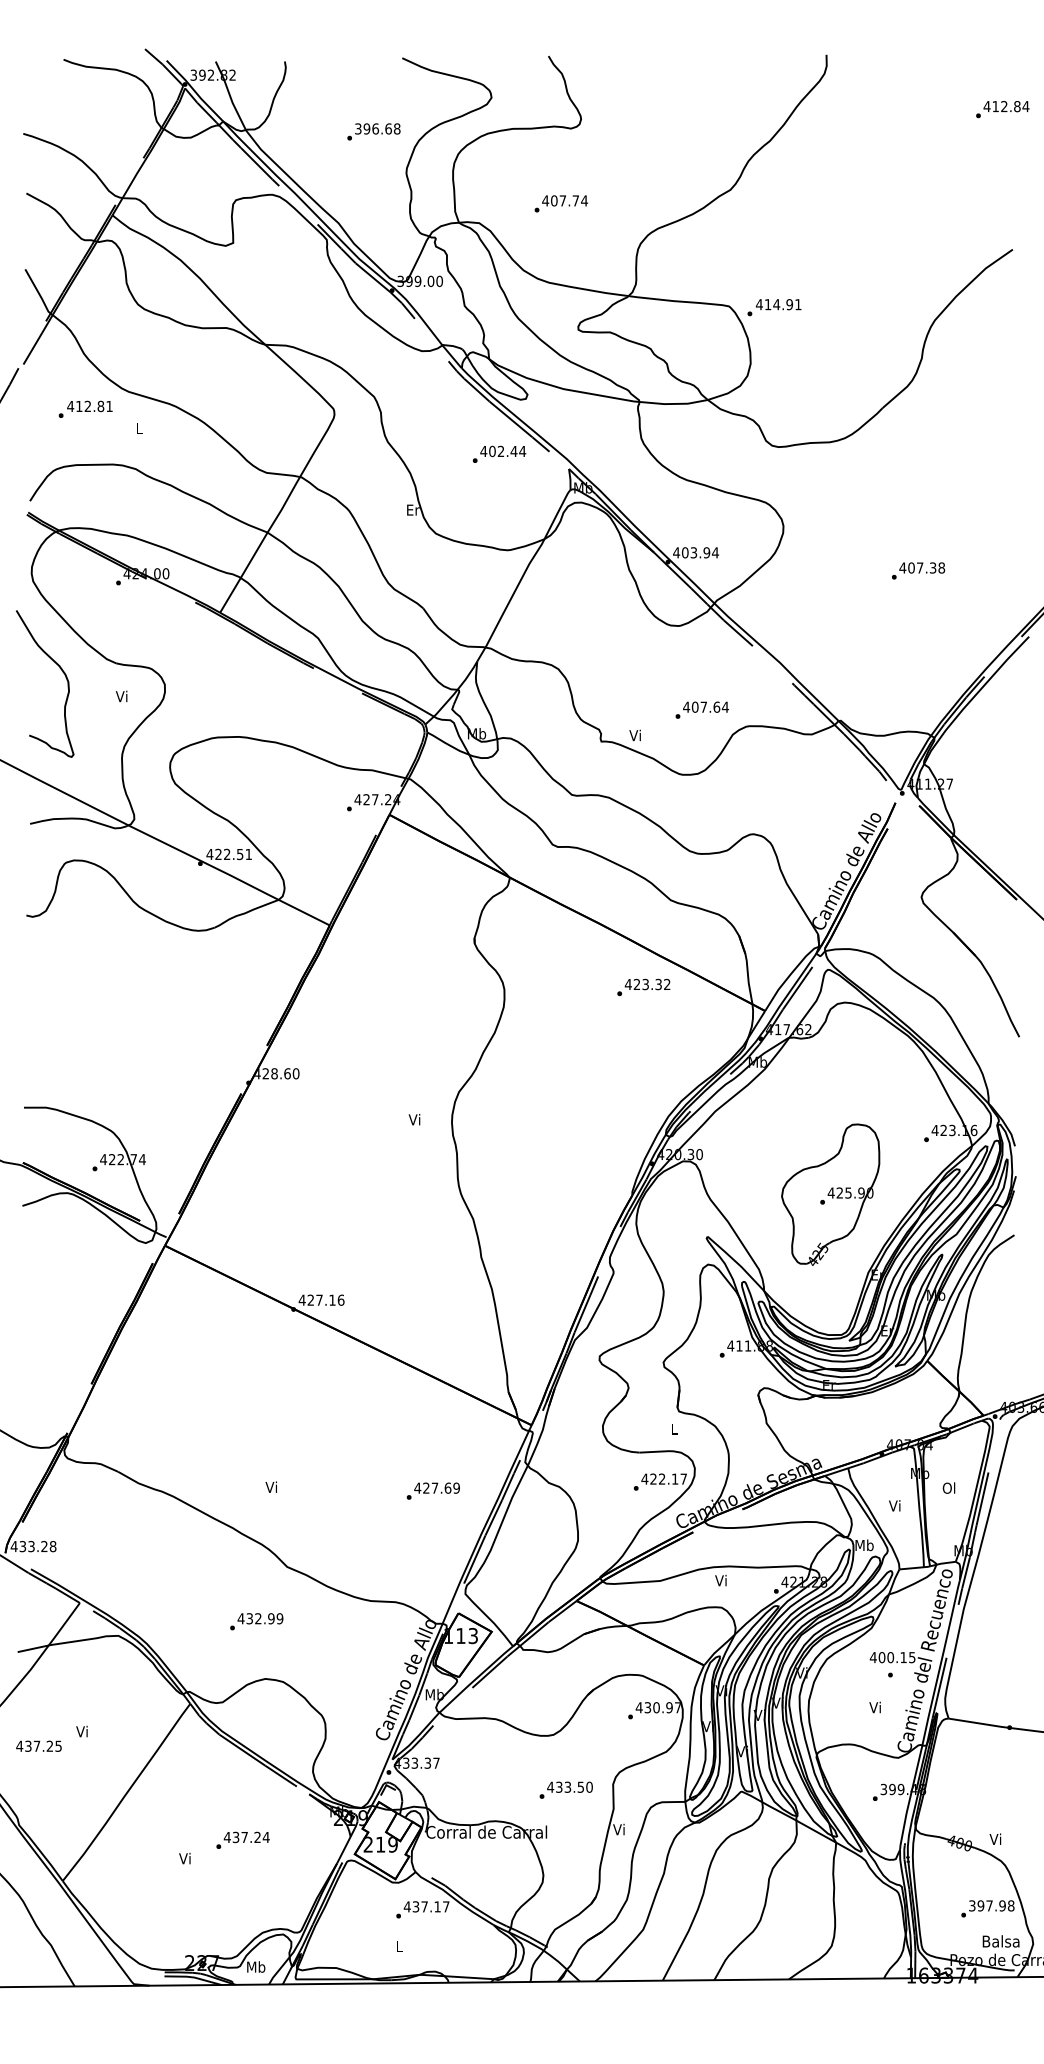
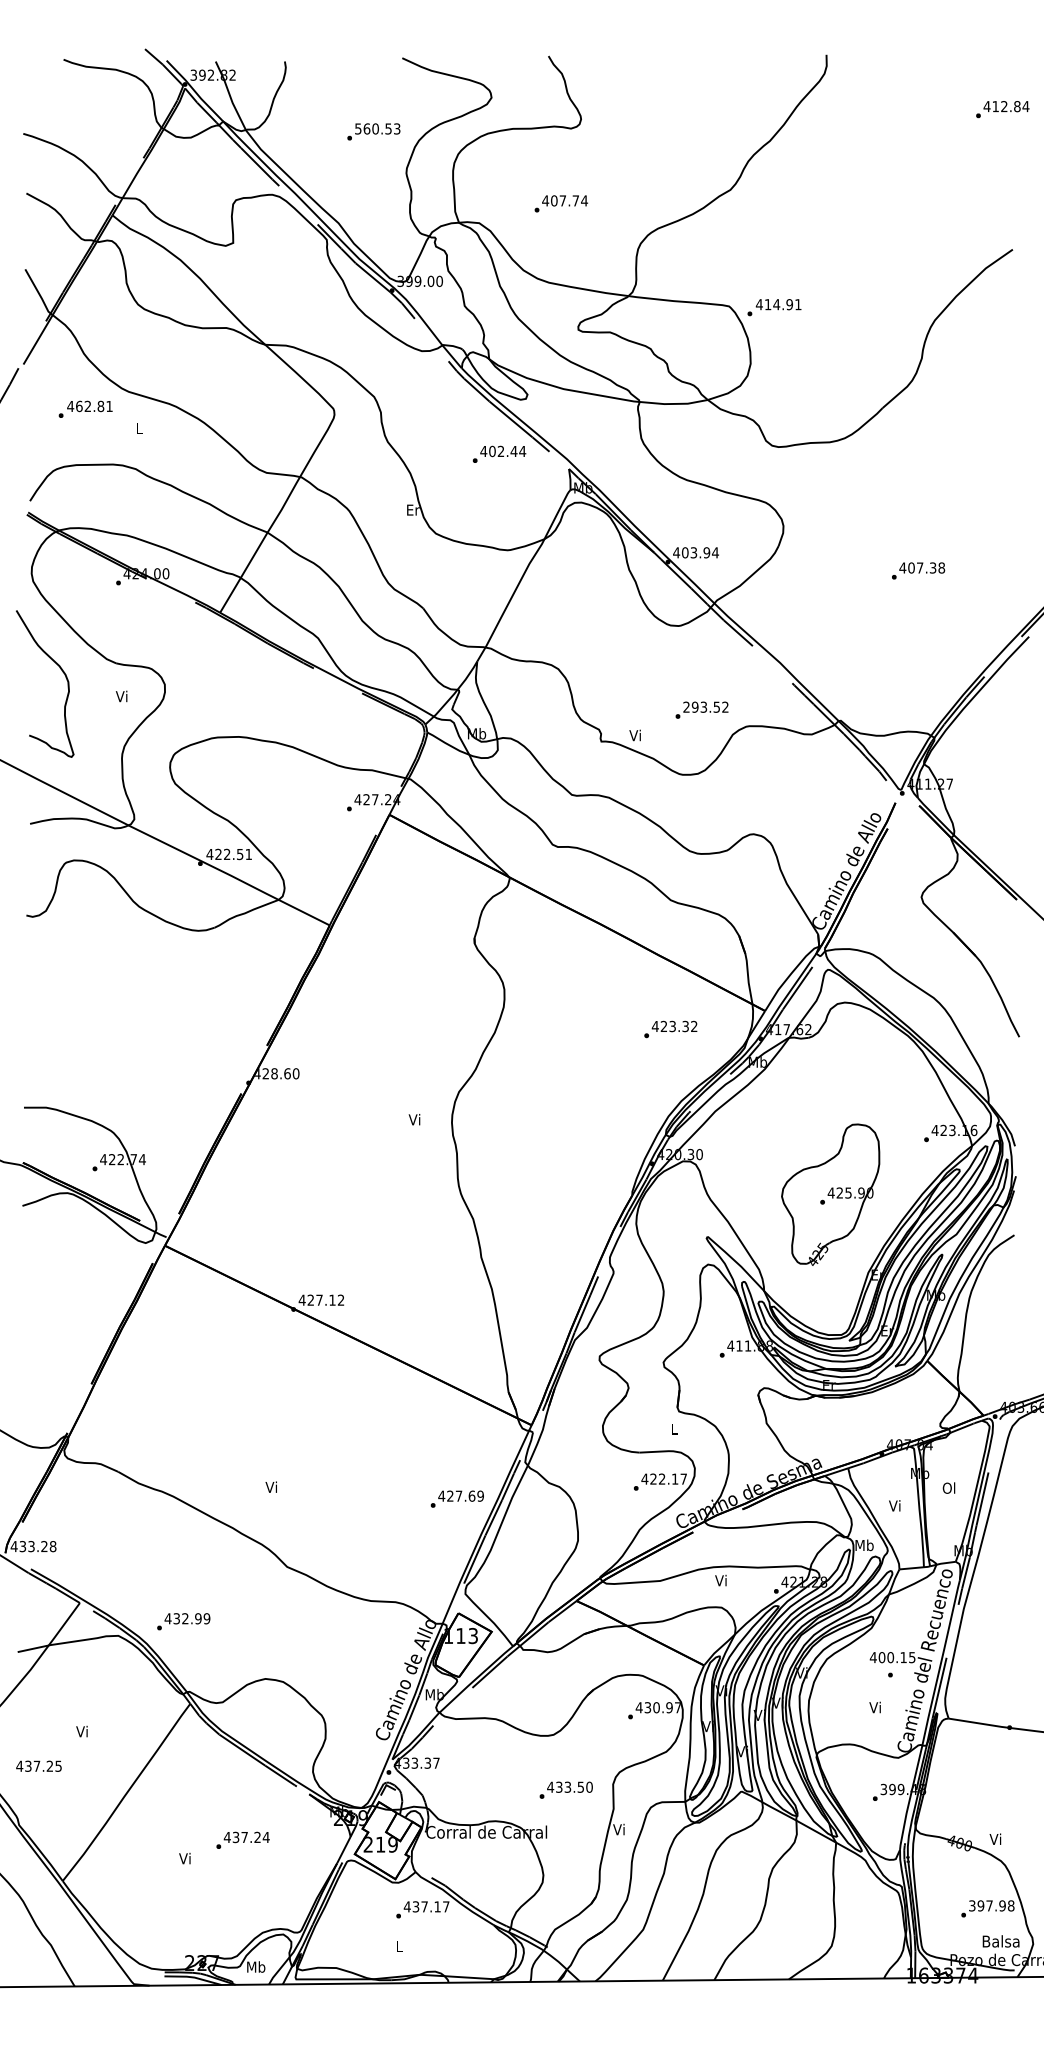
text at (377, 128): 396.68 -> 560.53
text at (79, 406): 412.81 -> 462.81
text at (705, 706): 407.64 -> 293.52
text at (643, 987) position: (643, 987) -> (670, 1029)
text at (340, 1299): 427.16 -> 427.12
text at (432, 1490) position: (432, 1490) -> (456, 1498)
text at (256, 1621) position: (256, 1621) -> (183, 1621)
text at (38, 1745) position: (38, 1745) -> (38, 1765)
